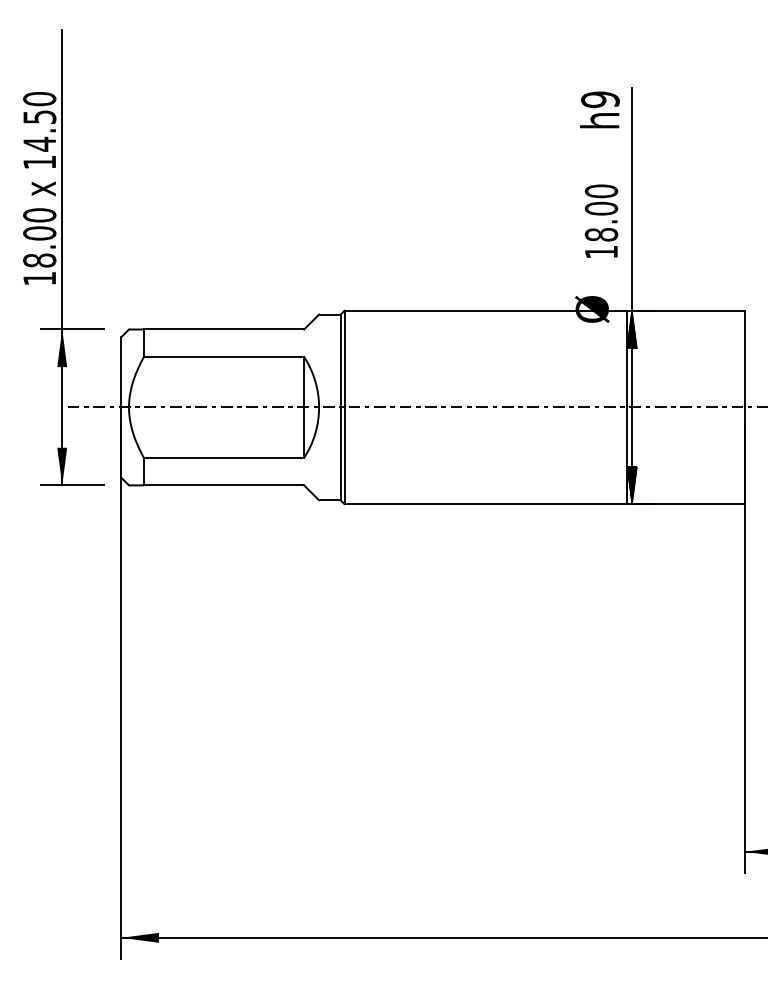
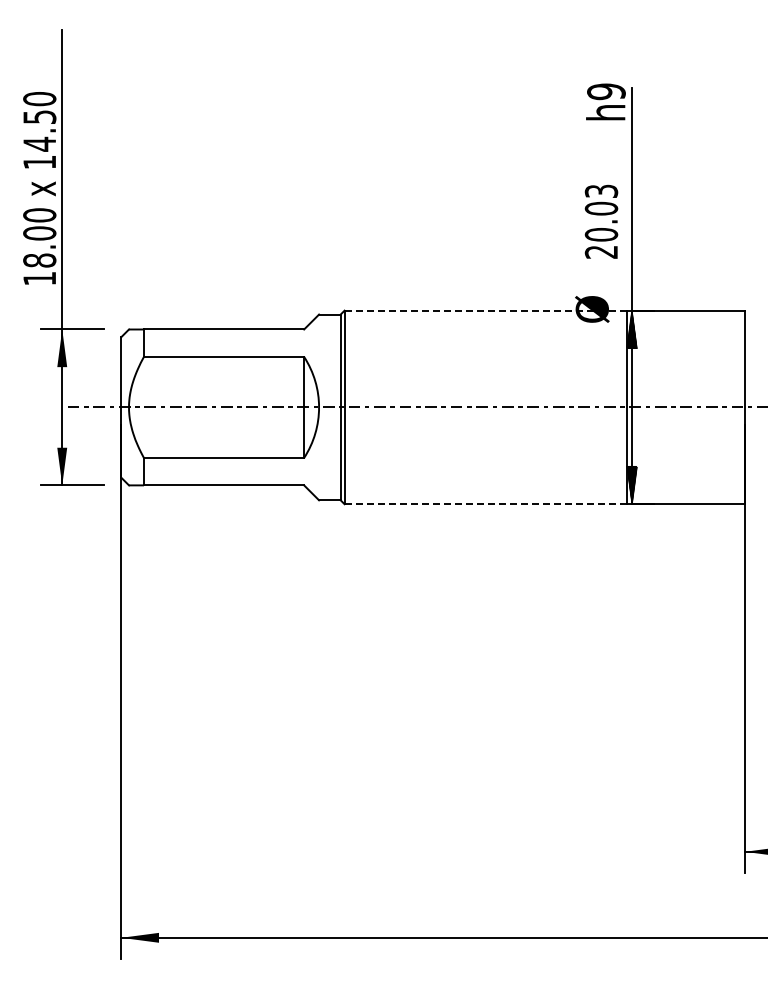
text at (599, 109) position: (599, 109) -> (605, 101)
text at (601, 221): 18.00 -> 20.03
line at (485, 310): solid -> dashed
line at (486, 504): solid -> dashed
